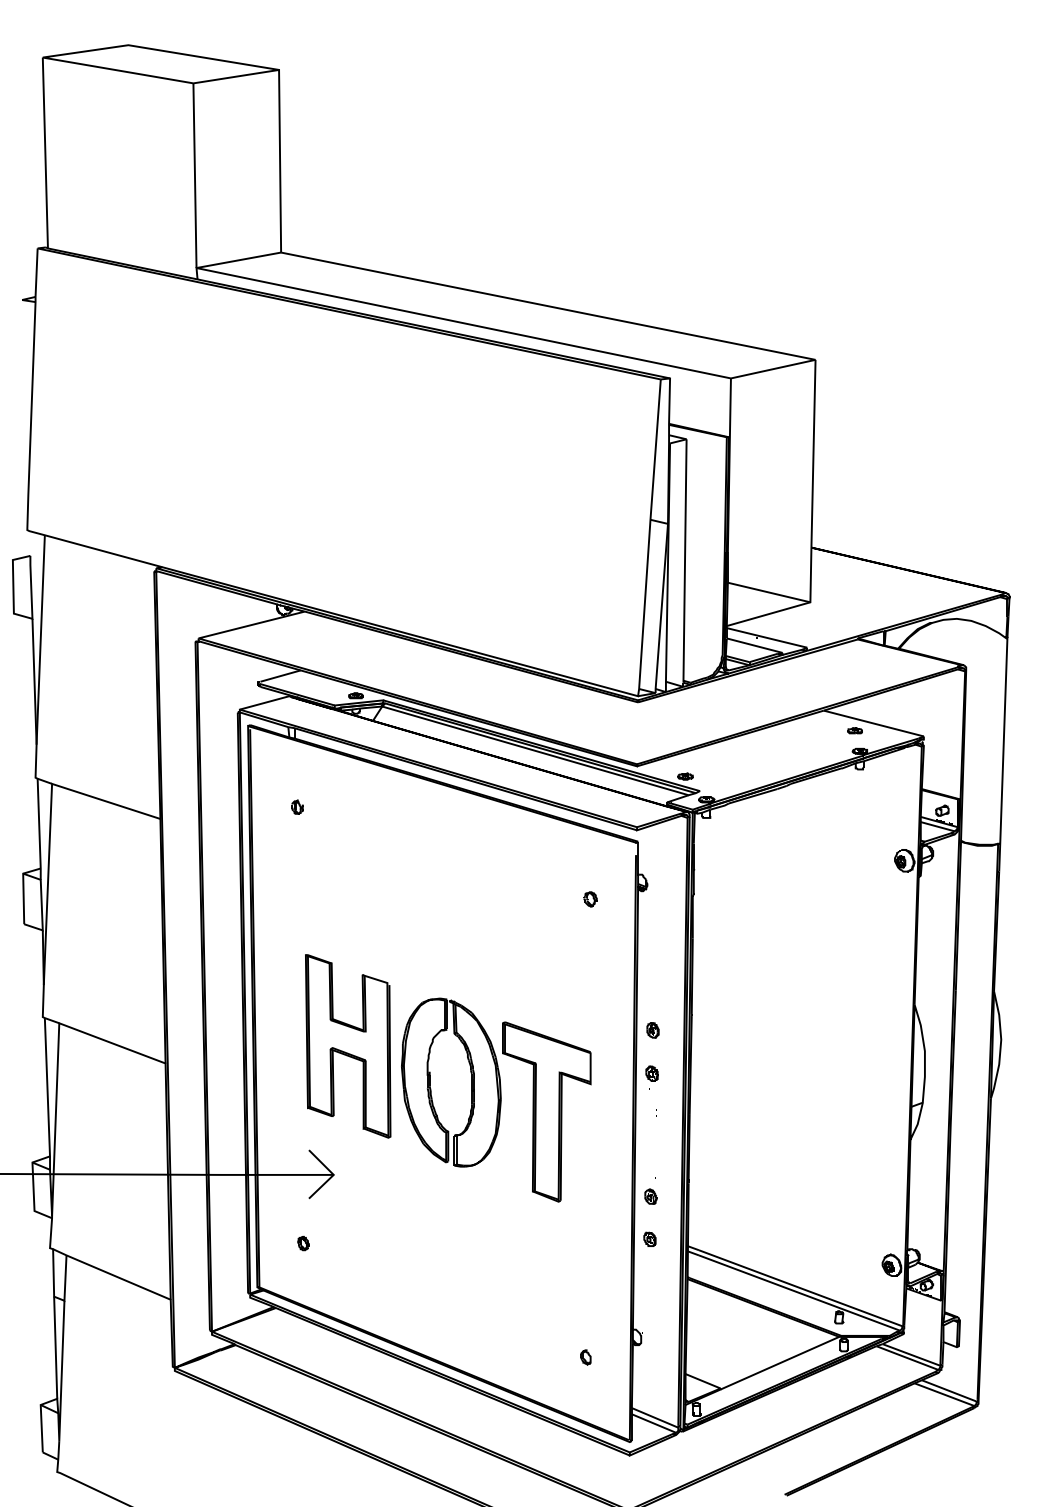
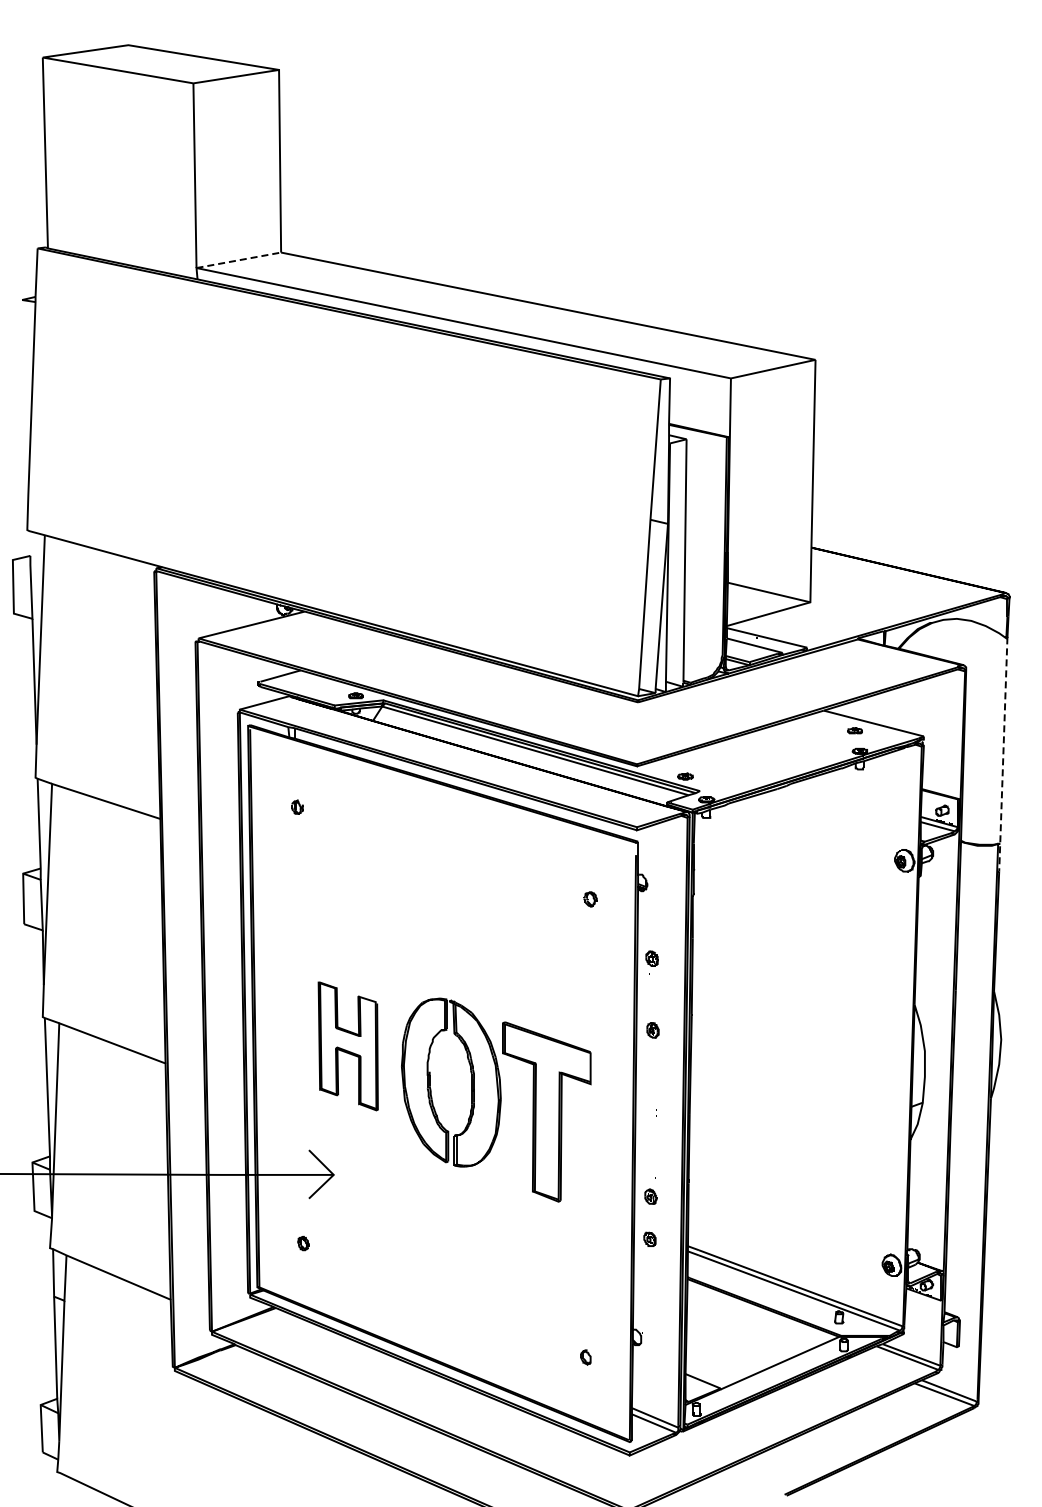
line at (238, 260): solid -> dashed
line at (1003, 755): solid -> dashed
part at (348, 1046) size: 87x185 px -> 62x131 px
part at (651, 1077) position: (651, 1077) -> (651, 962)
